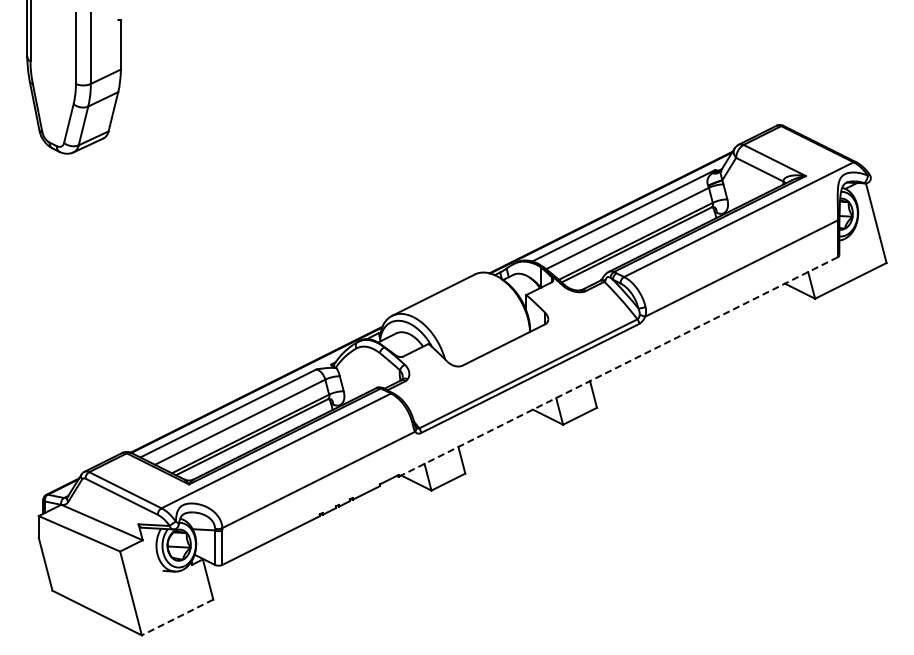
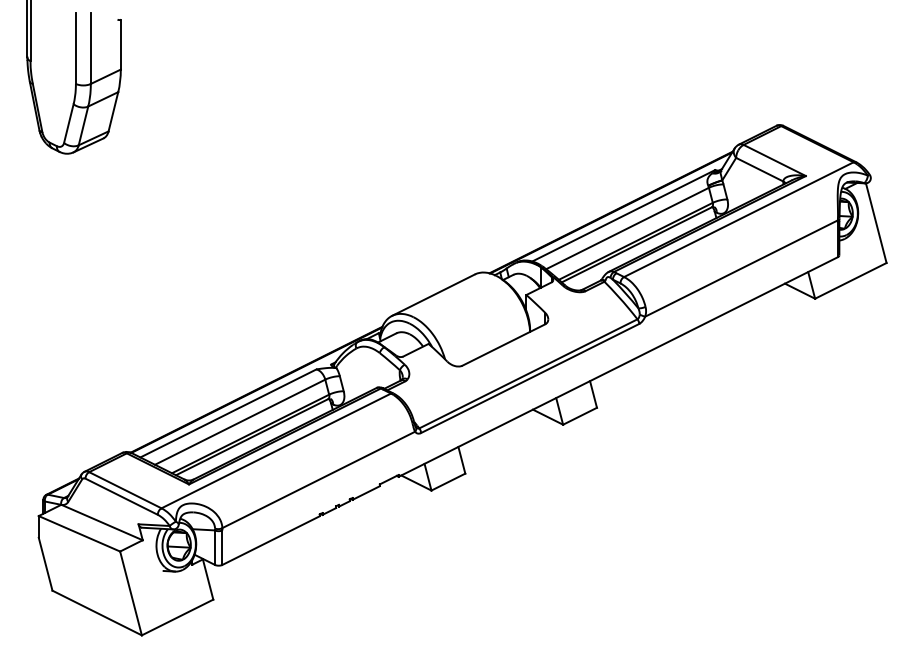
line at (617, 367): dashed -> solid
line at (177, 617): dashed -> solid
